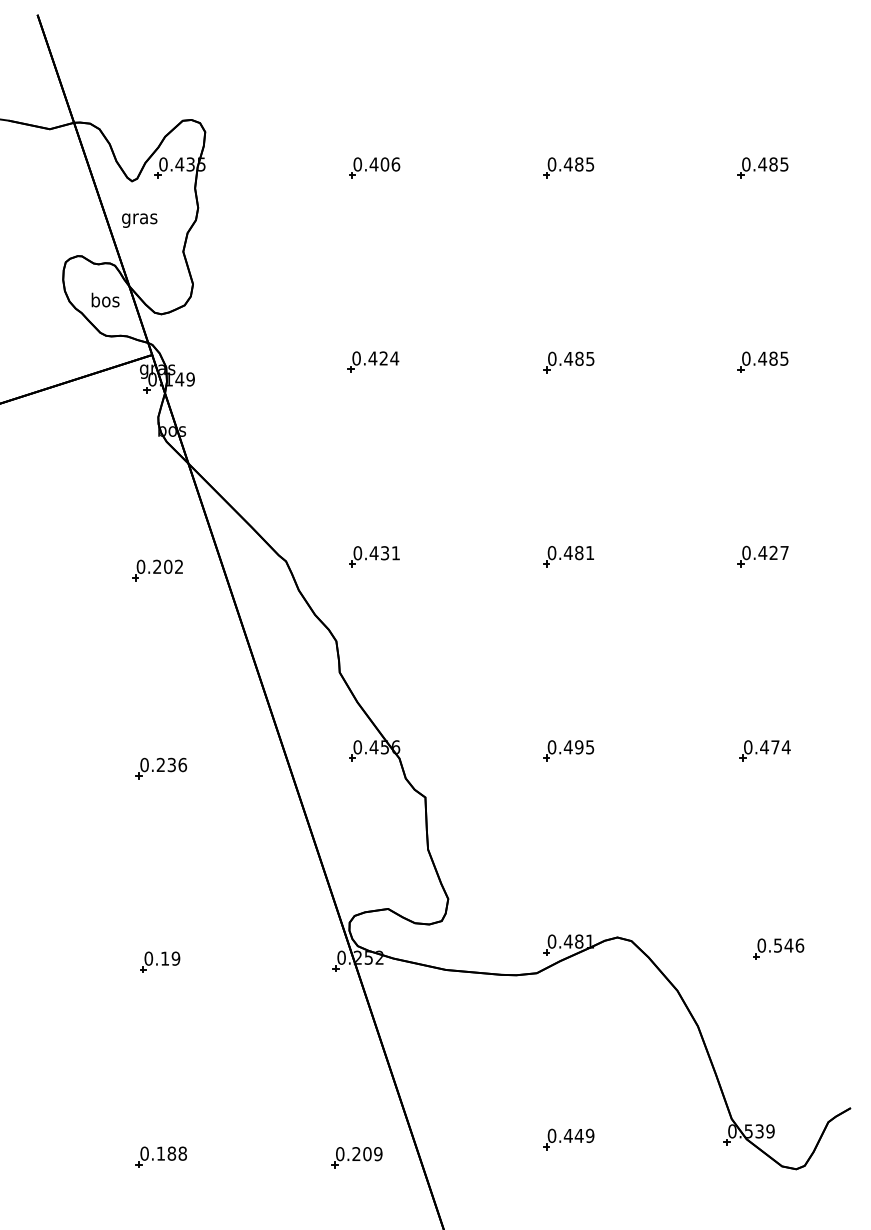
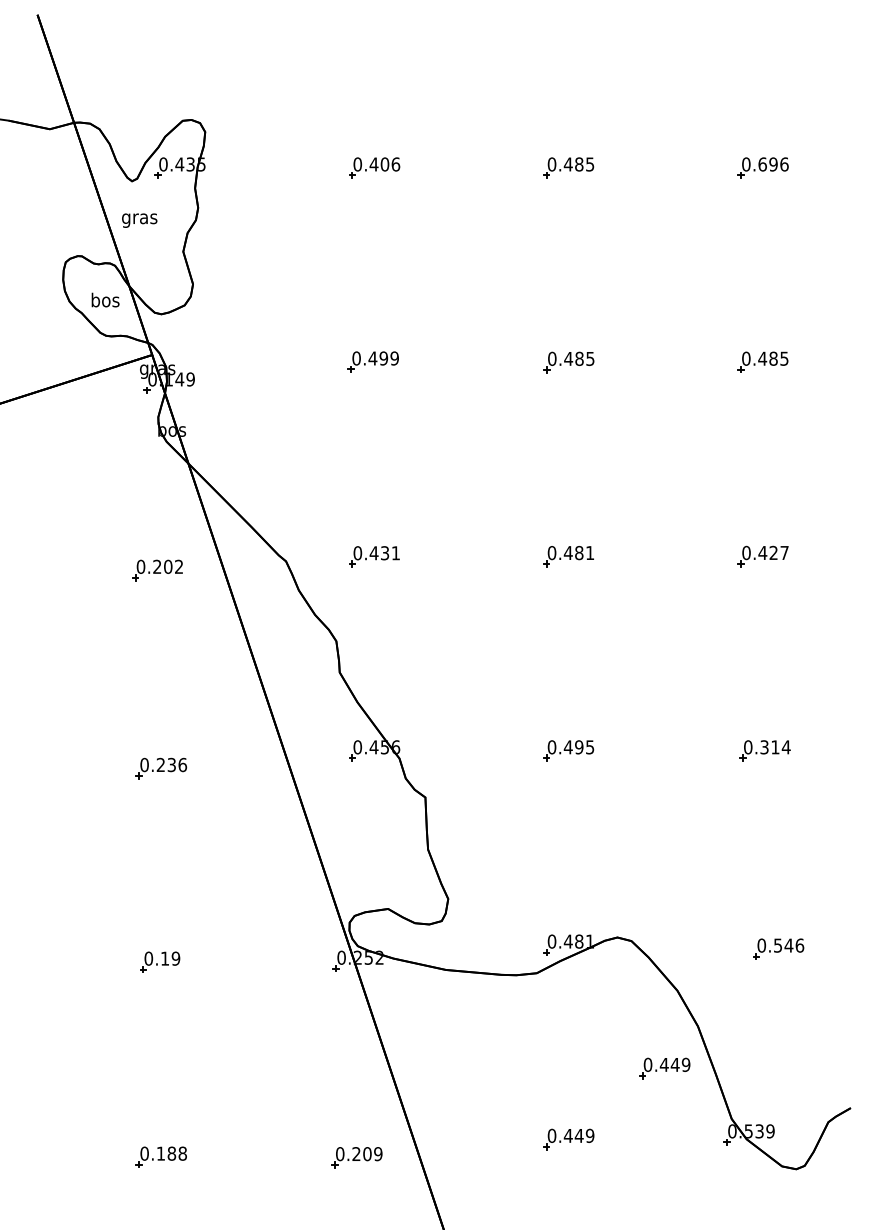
text at (773, 164): 0.485 -> 0.696
text at (389, 358): 0.424 -> 0.499
text at (769, 747): 0.474 -> 0.314
part at (664, 1068): none -> present
